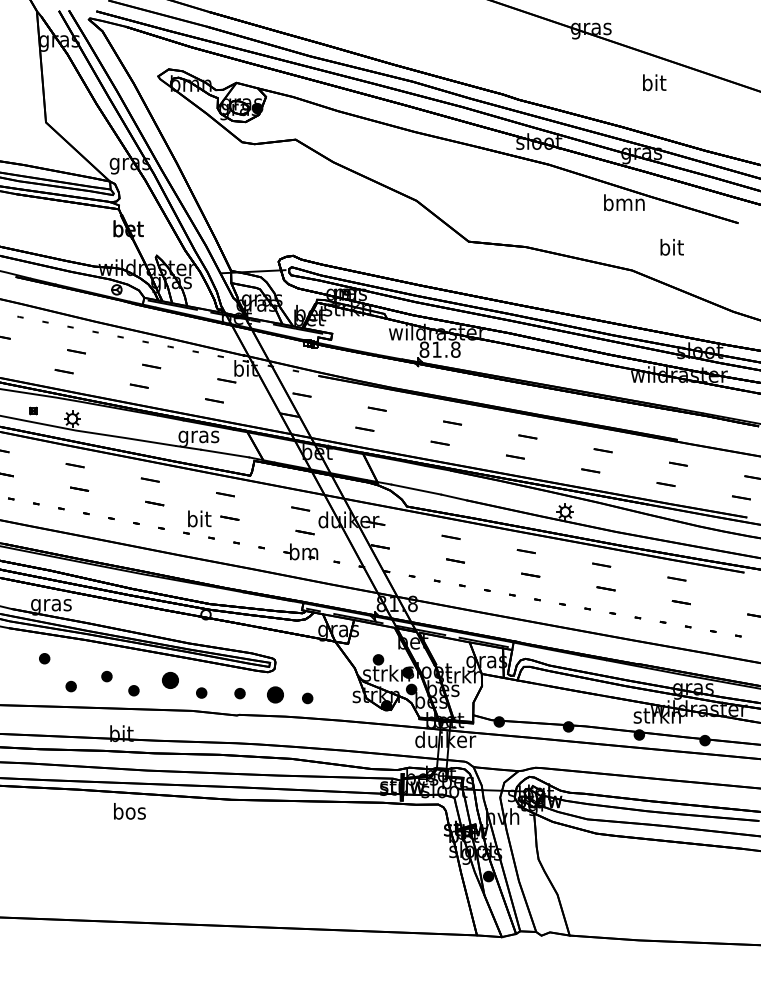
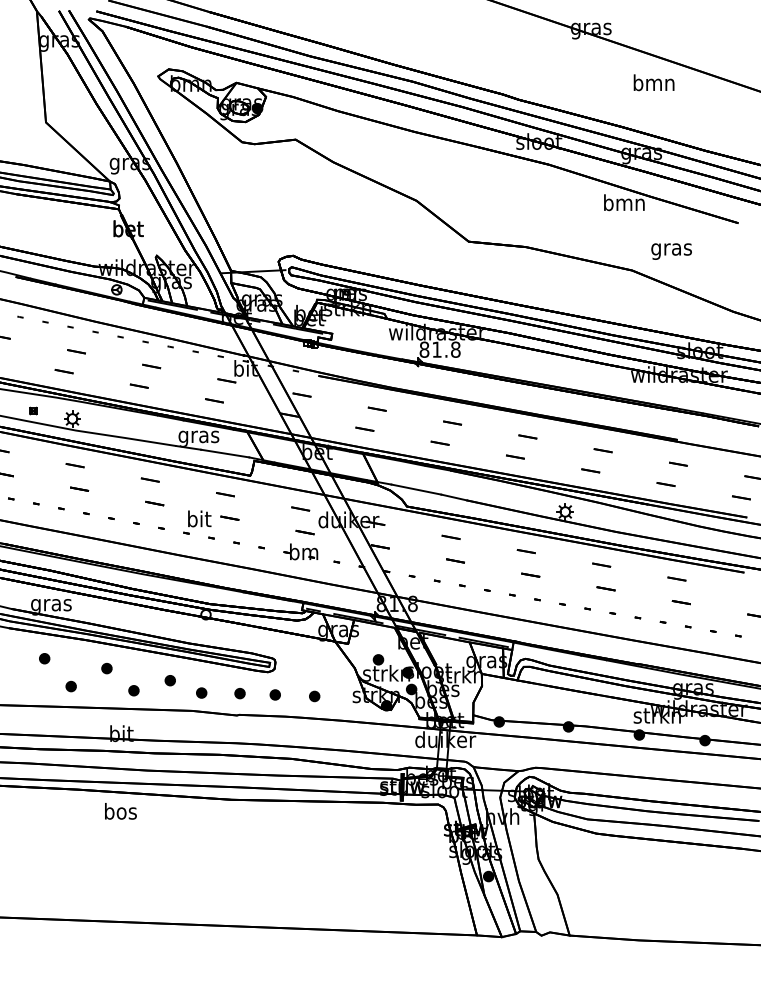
text at (653, 82): bit -> bmn
text at (671, 248): bit -> gras
part at (106, 676) position: (106, 676) -> (106, 668)
part at (170, 679) size: 17x18 px -> 12x12 px
part at (275, 694) size: 17x18 px -> 12x12 px
part at (307, 698) position: (307, 698) -> (314, 696)
text at (129, 811) position: (129, 811) -> (120, 811)
